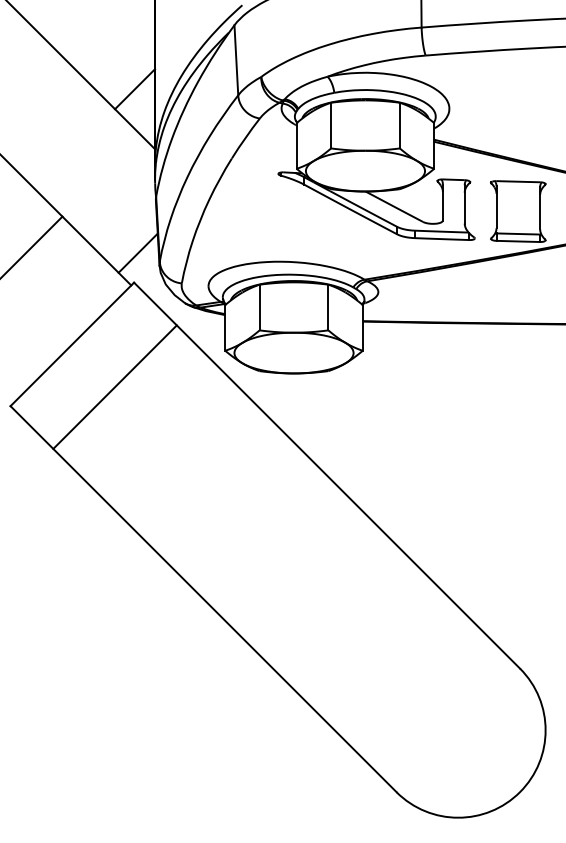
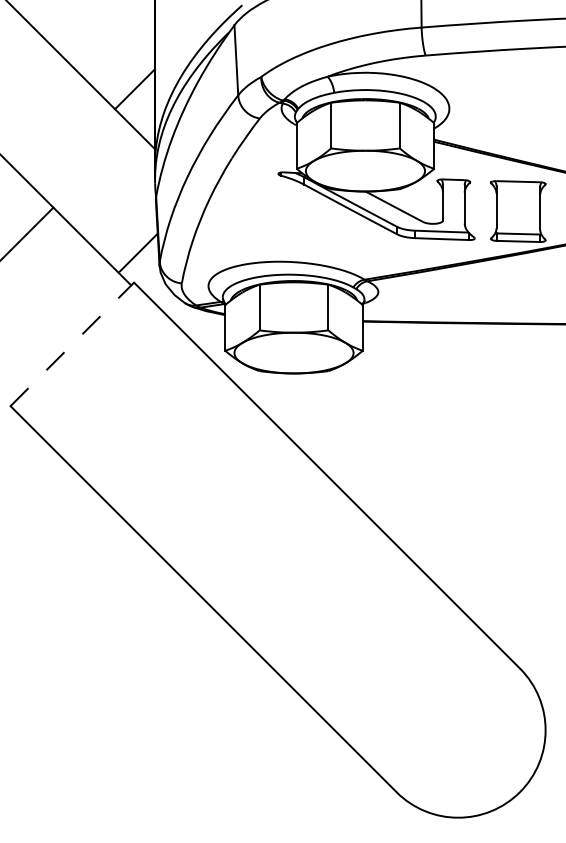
line at (32, 246) position: (32, 246) -> (27, 232)
line at (72, 344): solid -> dashed
line at (114, 386): present -> none
